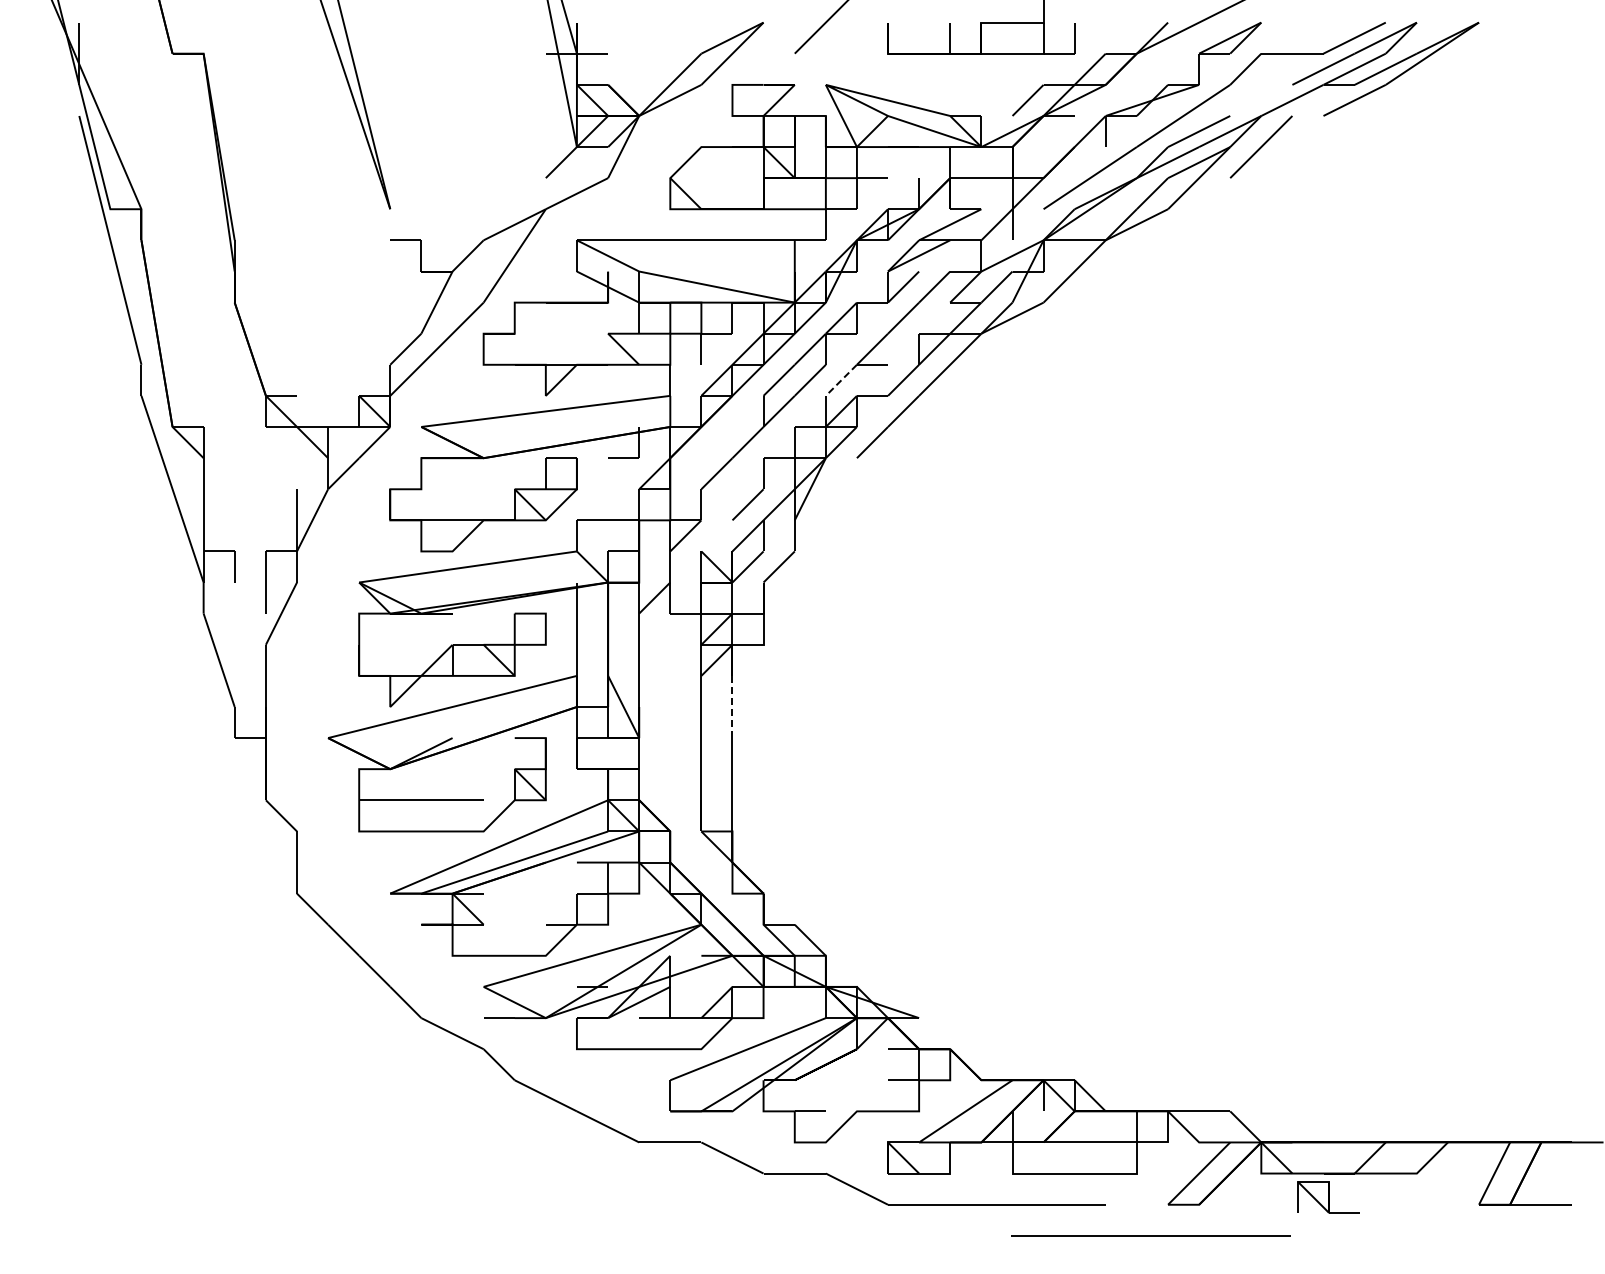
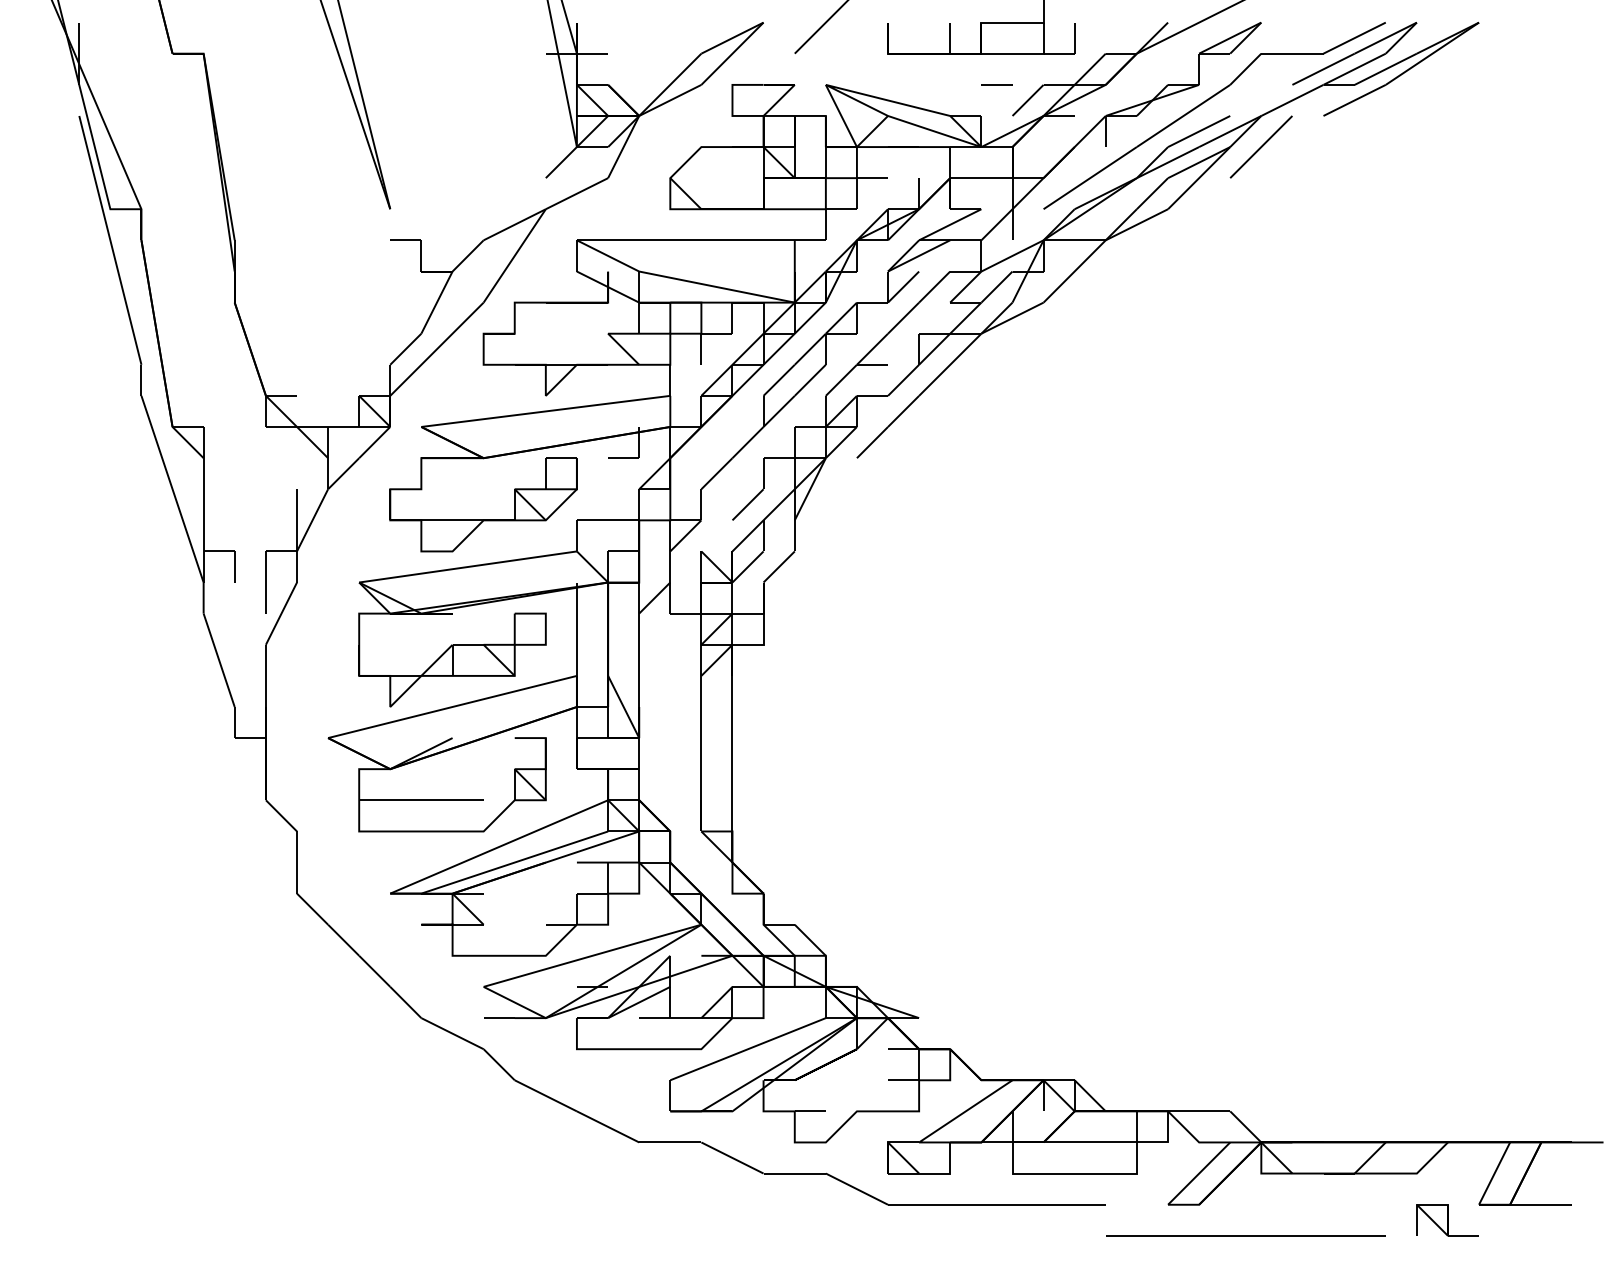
line at (996, 84): none -> present
line at (841, 380): dashed -> solid
line at (732, 707): dashed -> solid
part at (1328, 1197) position: (1328, 1197) -> (1447, 1220)
line at (1150, 1235) position: (1150, 1235) -> (1245, 1235)
